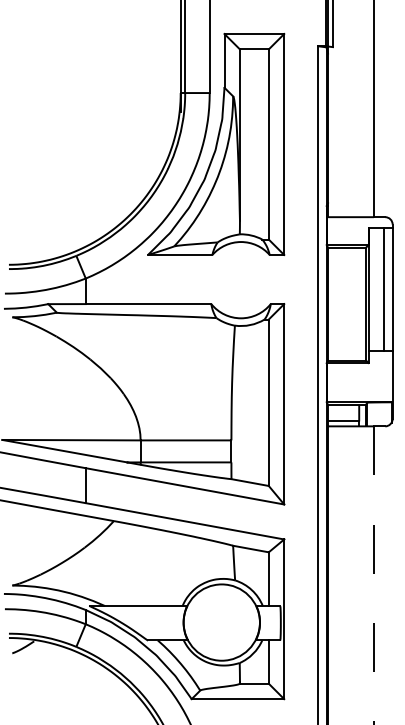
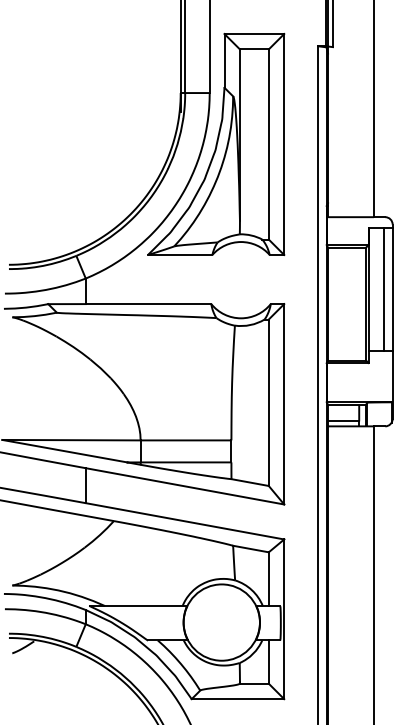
line at (373, 575): dashed -> solid
